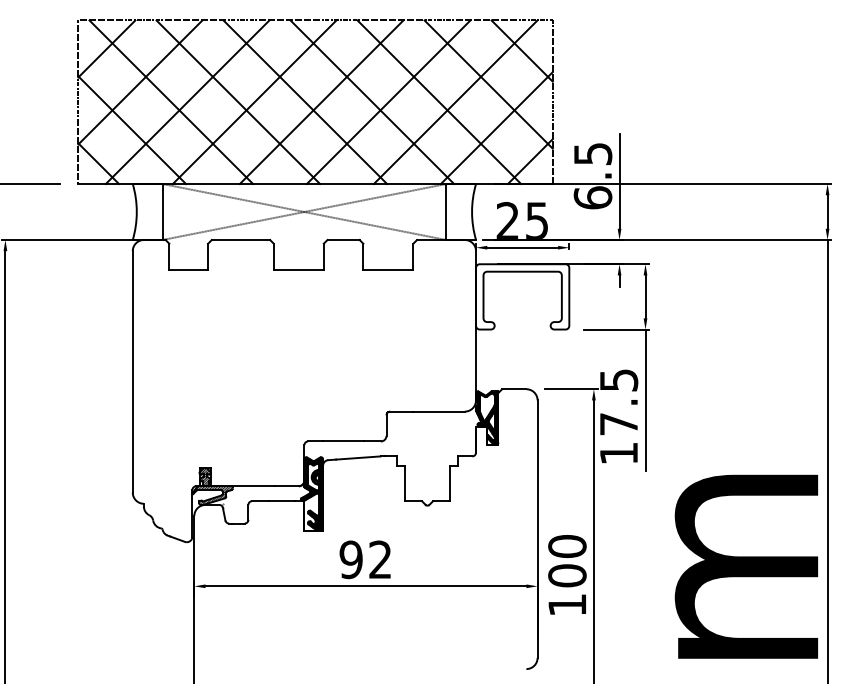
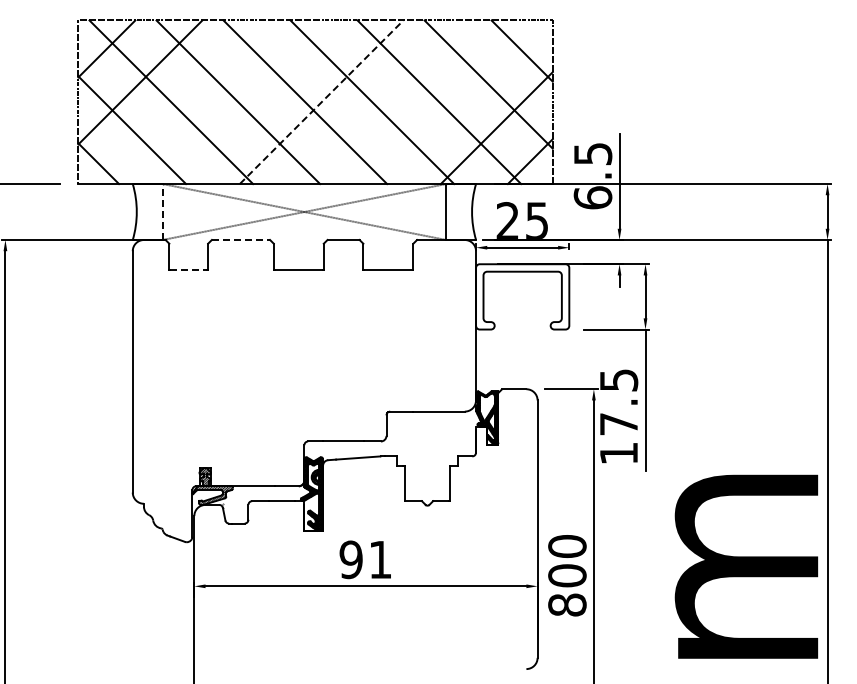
line at (187, 102): present -> none
line at (254, 102): present -> none
line at (321, 102): solid -> dashed
line at (388, 102): present -> none
line at (455, 102): present -> none
line at (162, 212): solid -> dashed
line at (241, 240): solid -> dashed
line at (188, 269): solid -> dashed
text at (379, 559): 92 -> 91
text at (567, 604): 100 -> 800
